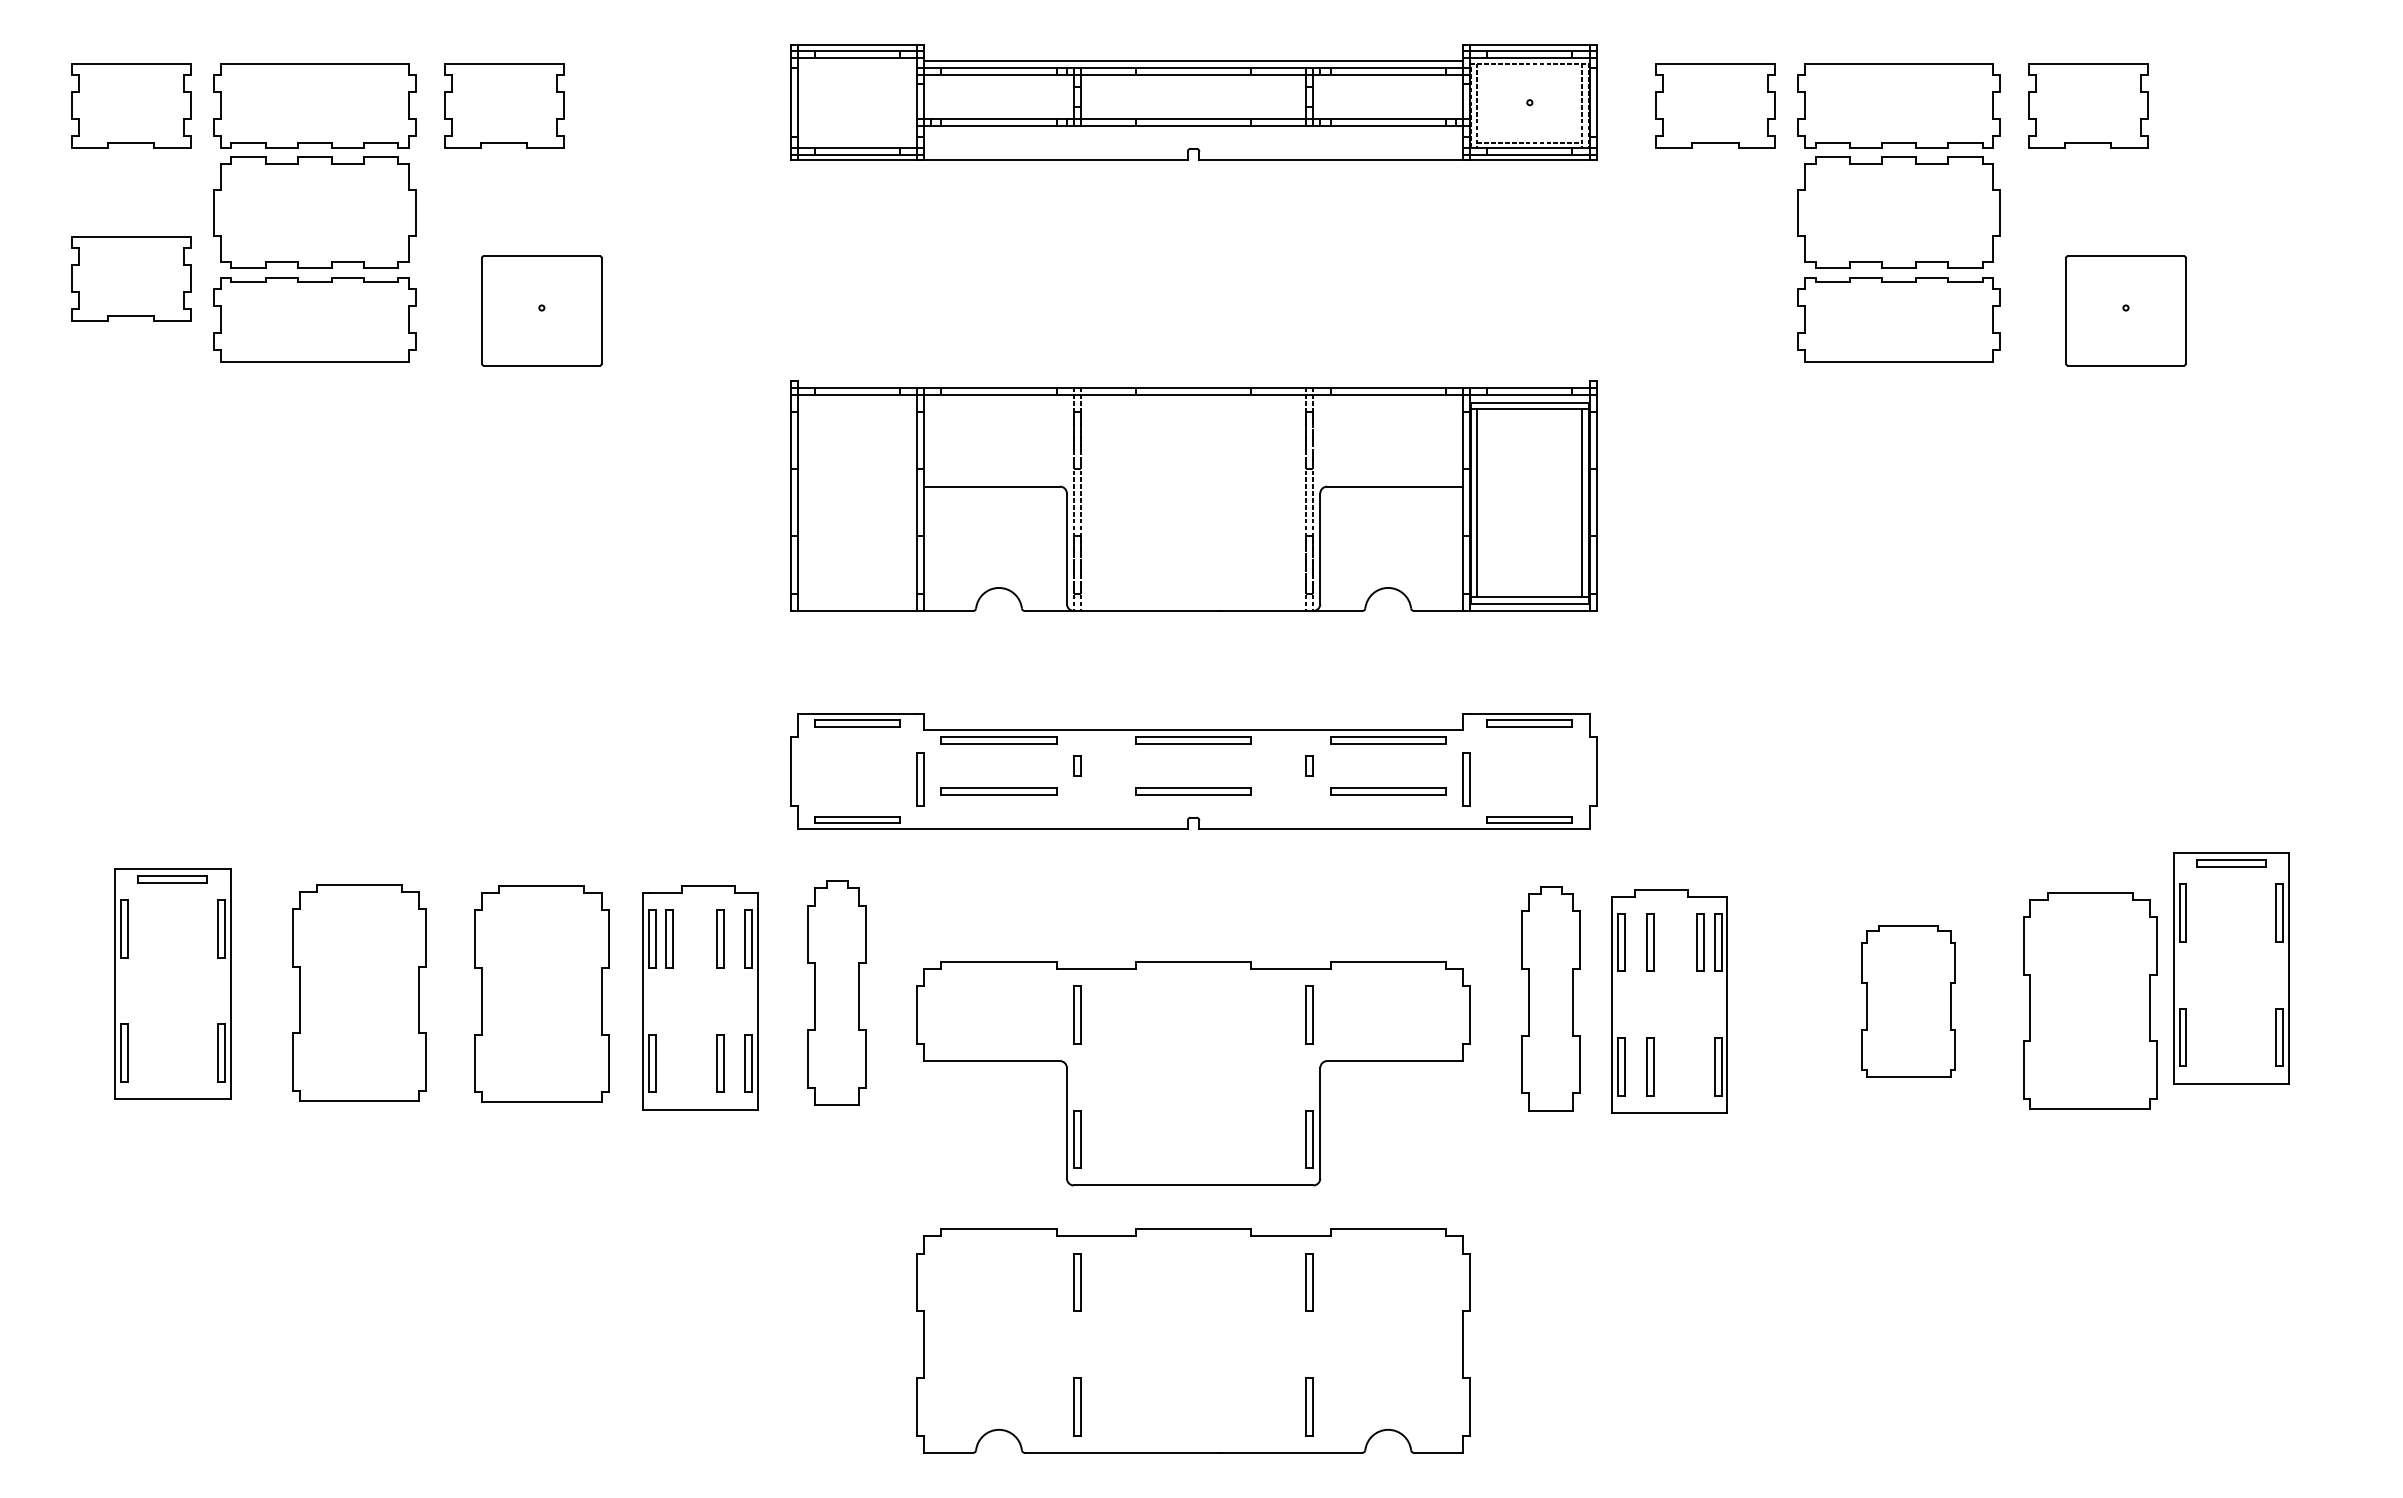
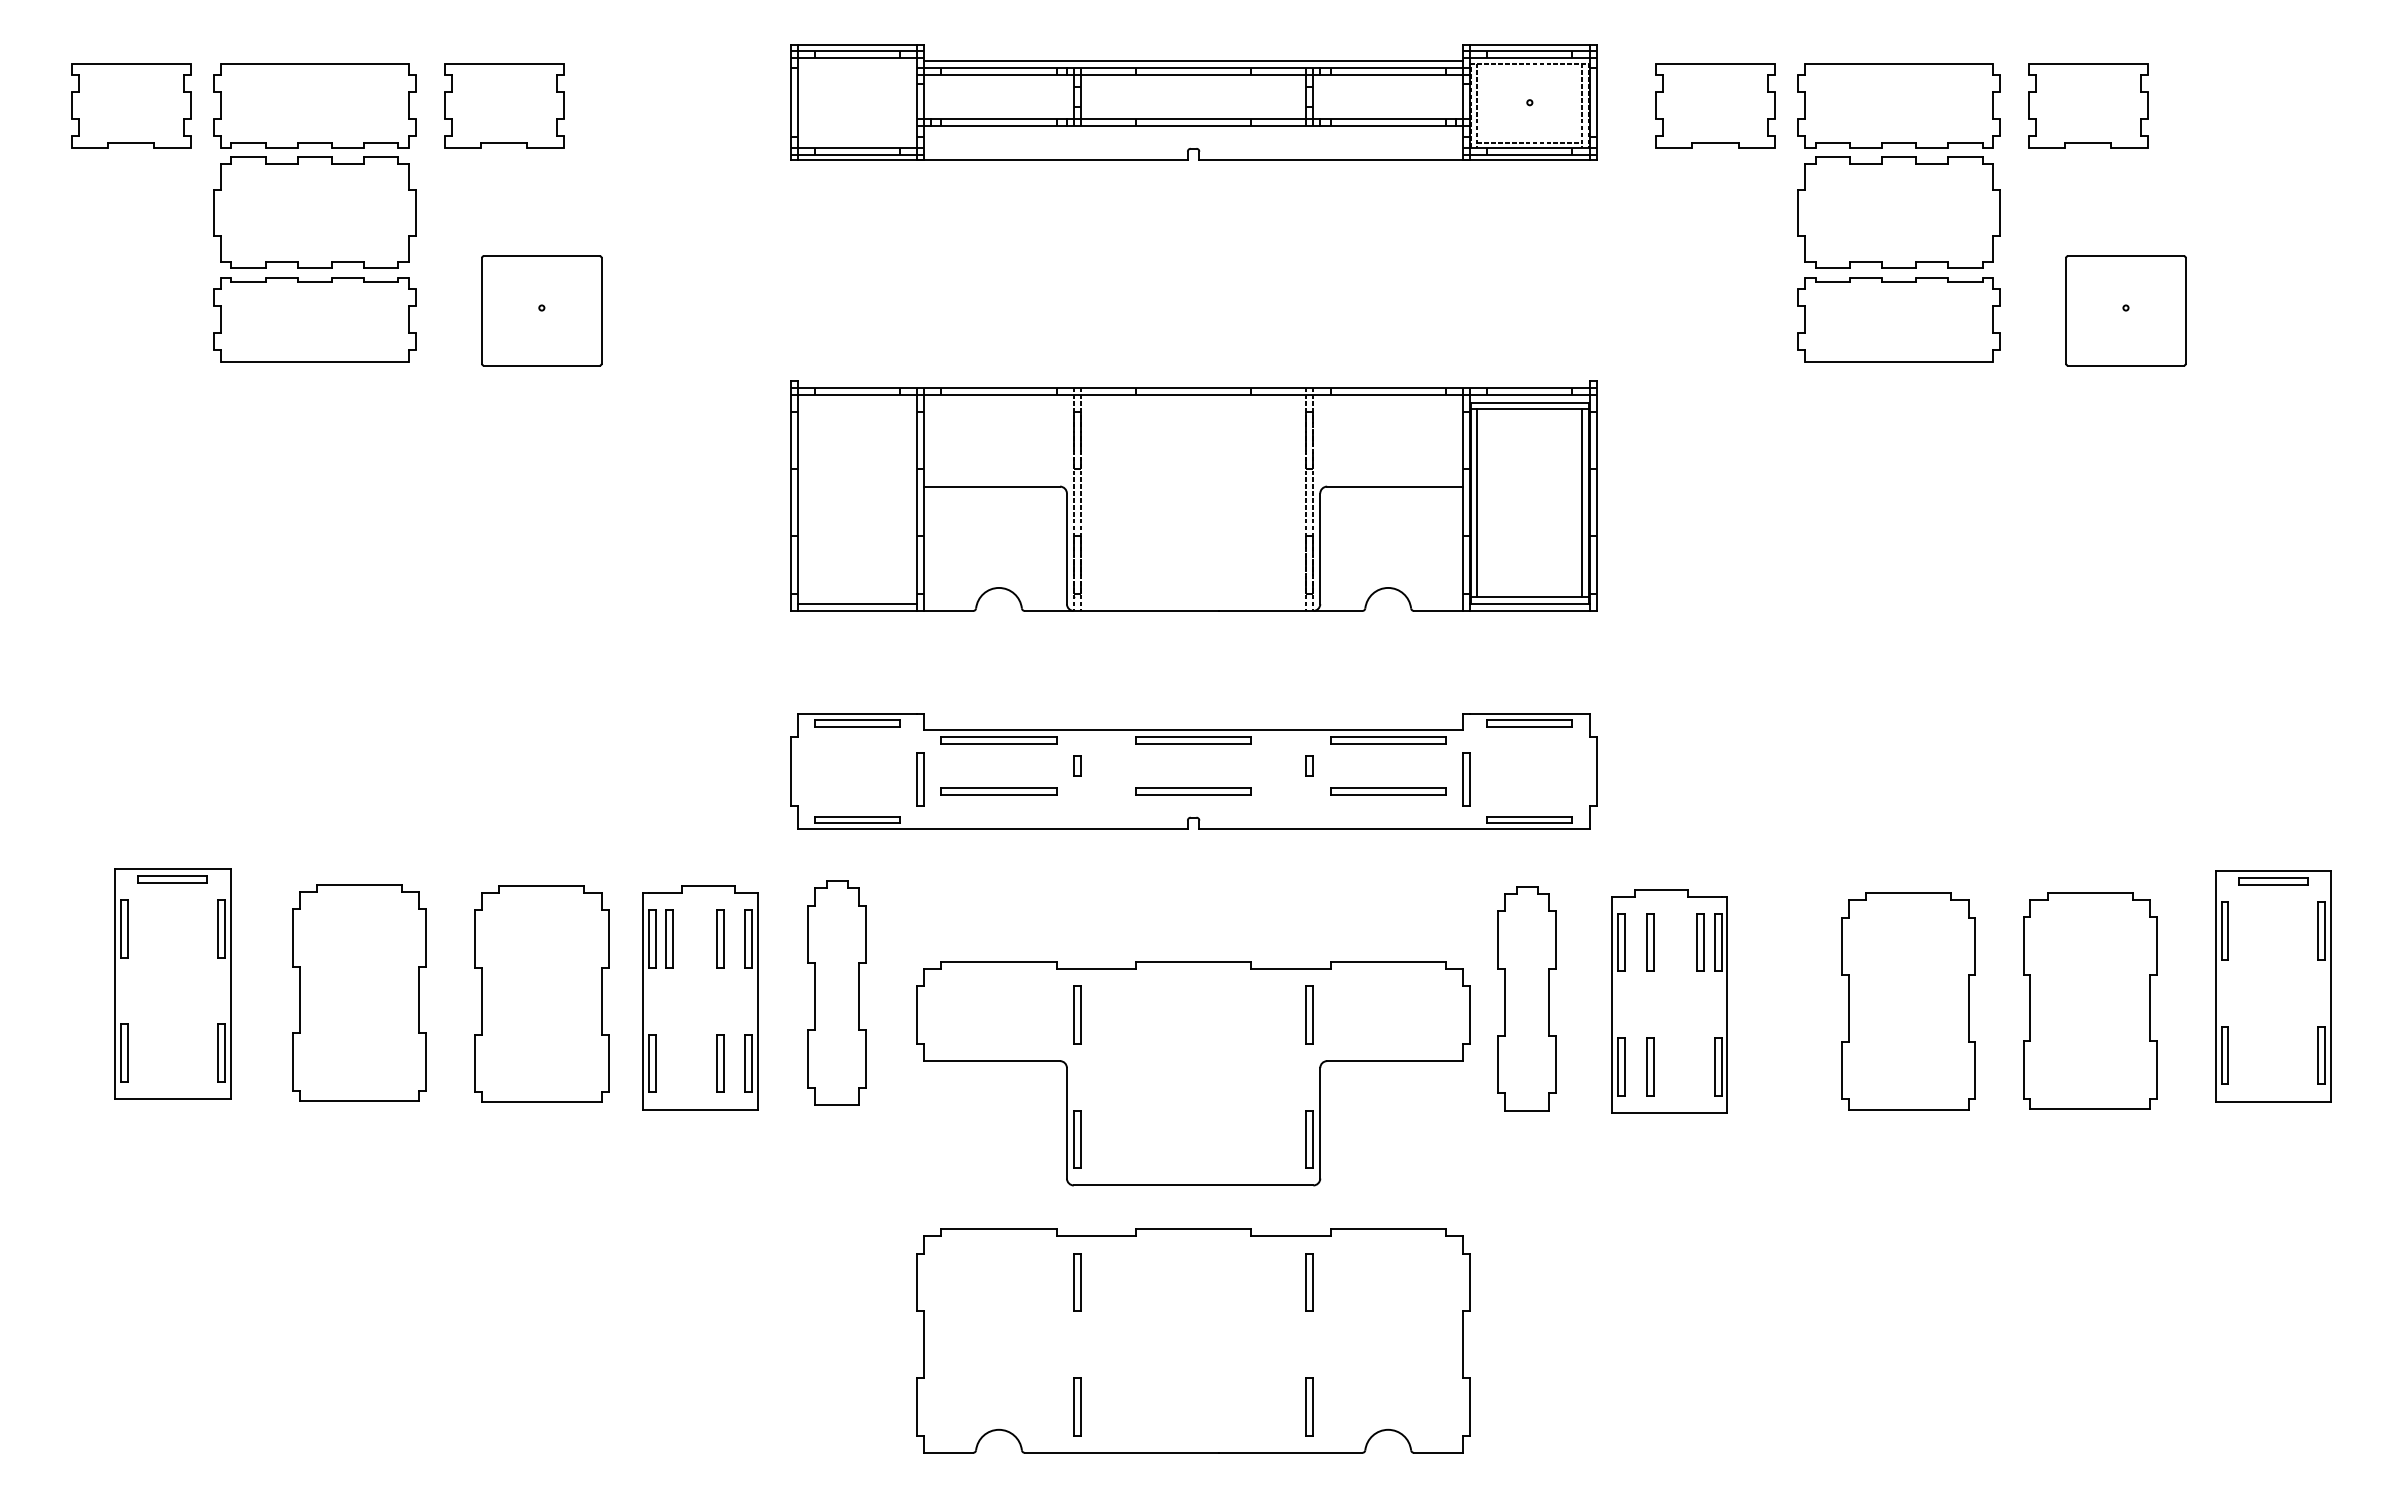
part at (131, 278): present -> none
line at (857, 604): none -> present
part at (2231, 968) position: (2231, 968) -> (2273, 986)
part at (1550, 998) position: (1550, 998) -> (1526, 998)
part at (1908, 1001) size: 95x153 px -> 135x219 px
